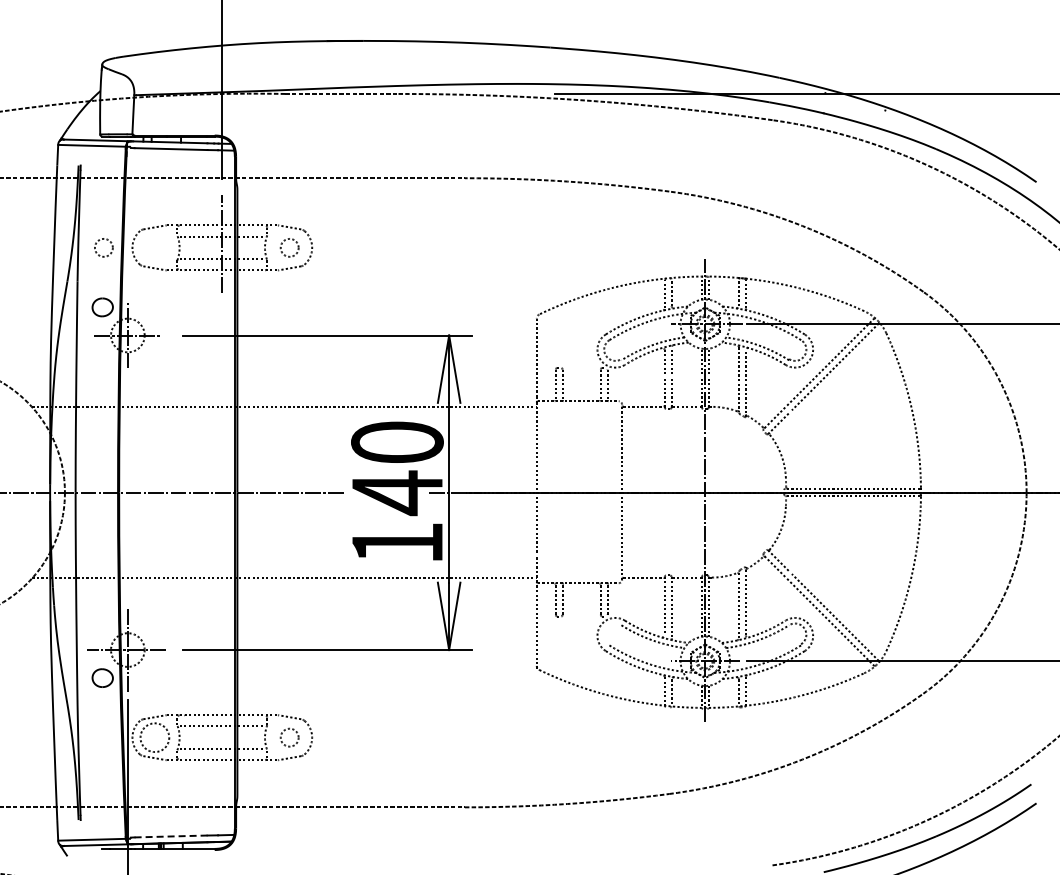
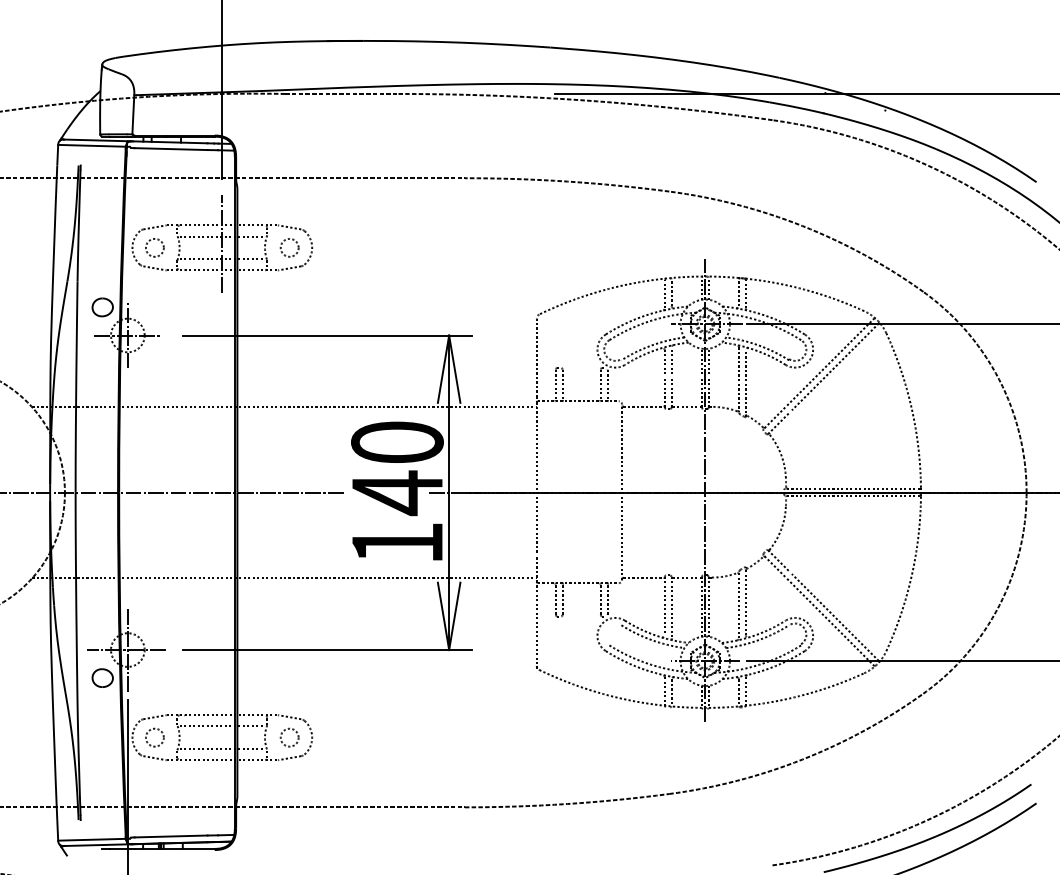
circle at (103, 247) position: (103, 247) -> (154, 247)
circle at (154, 737) diameter: 29 px -> 18 px
line at (171, 836): dashed -> solid
